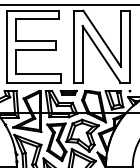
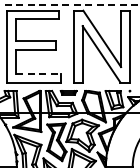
line at (69, 5): solid -> dashed
line at (38, 74): solid -> dashed
